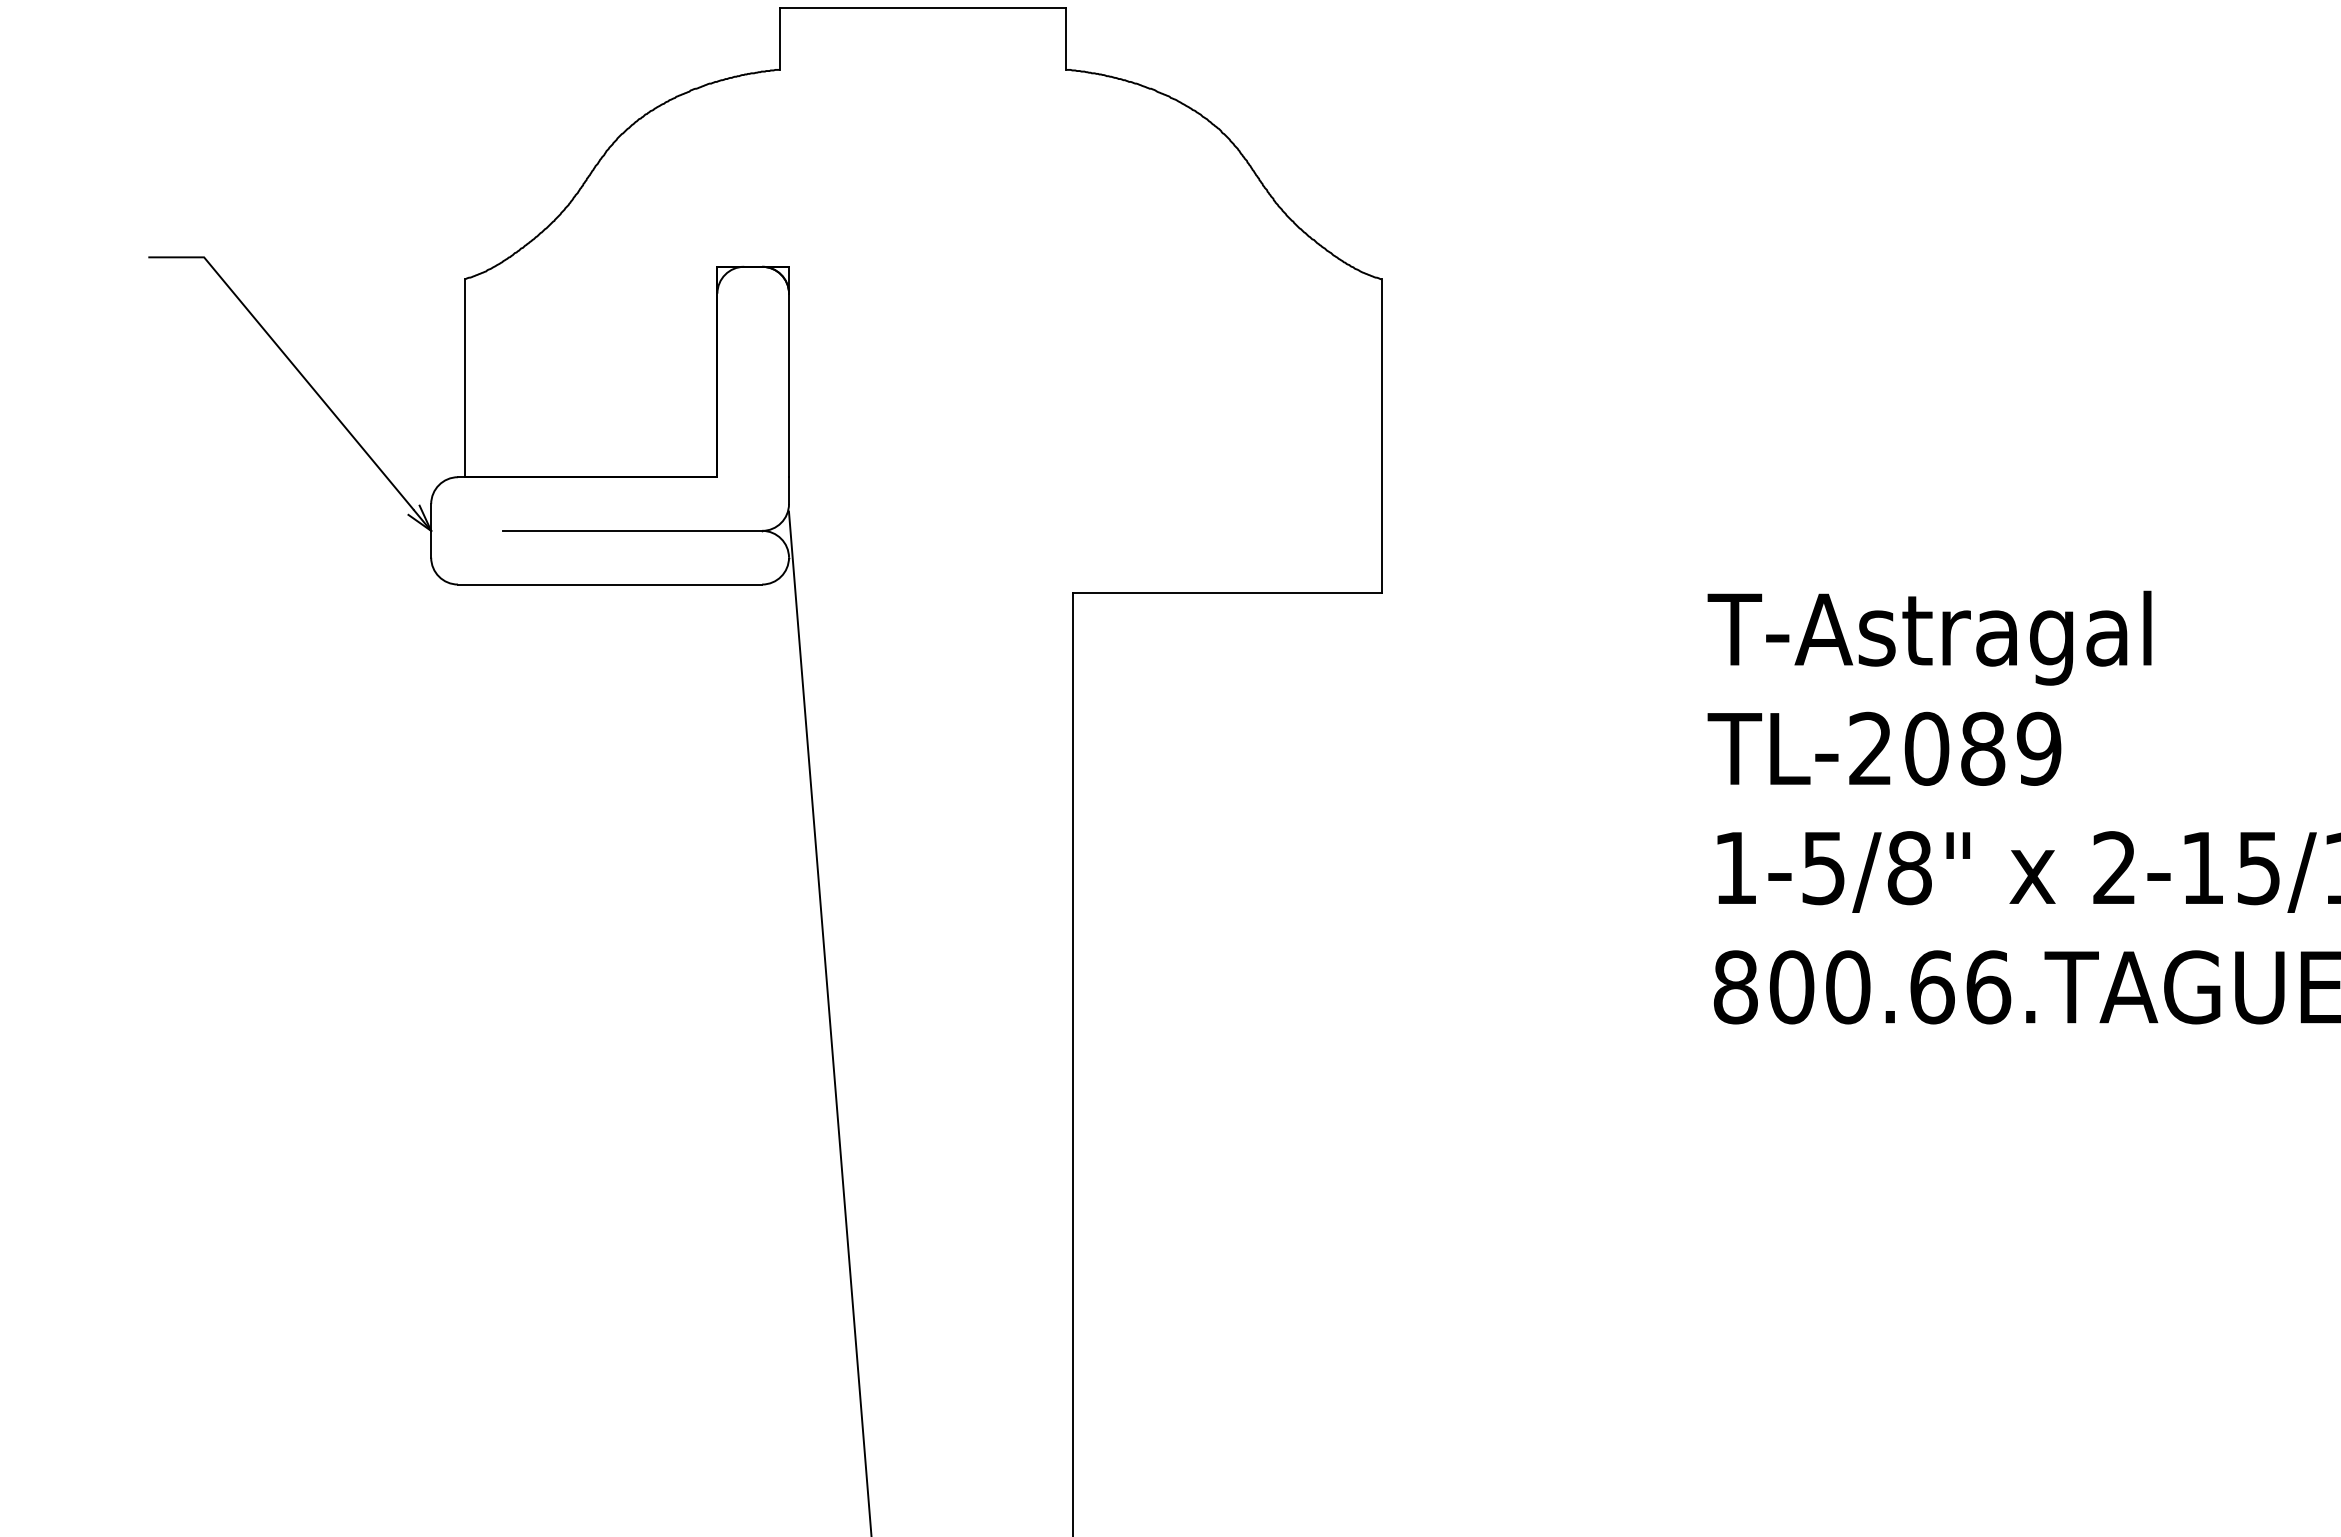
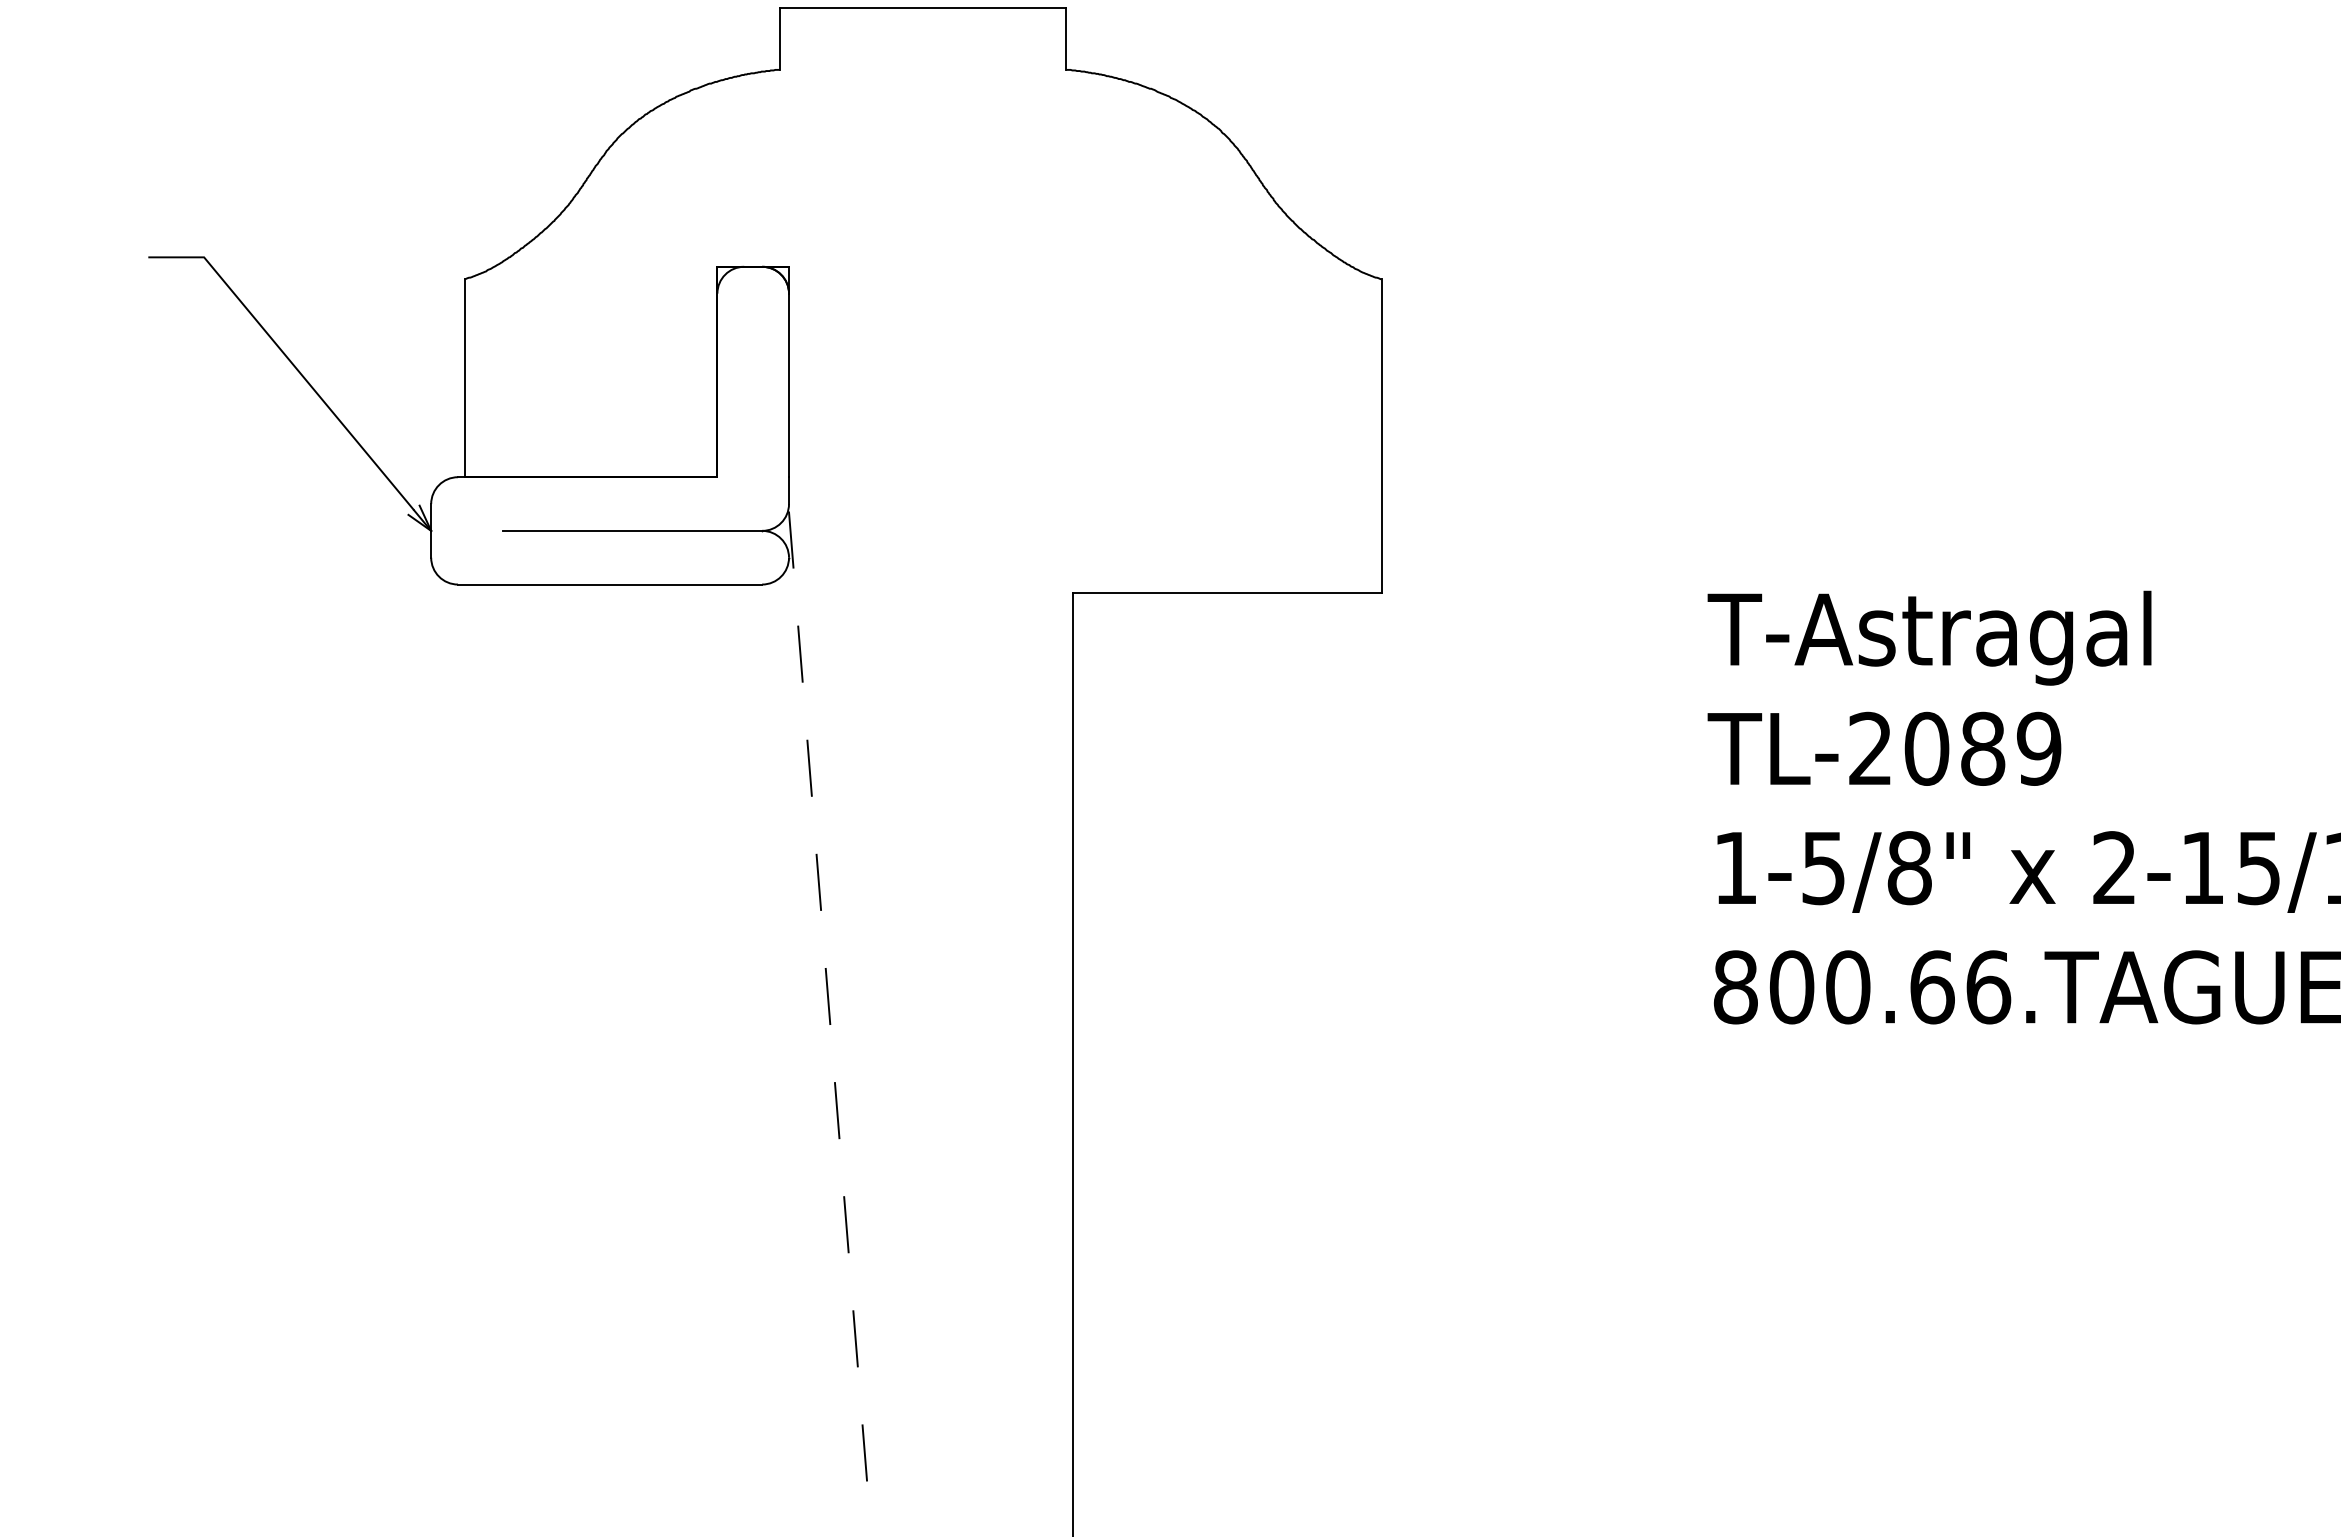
line at (830, 1024): solid -> dashed
